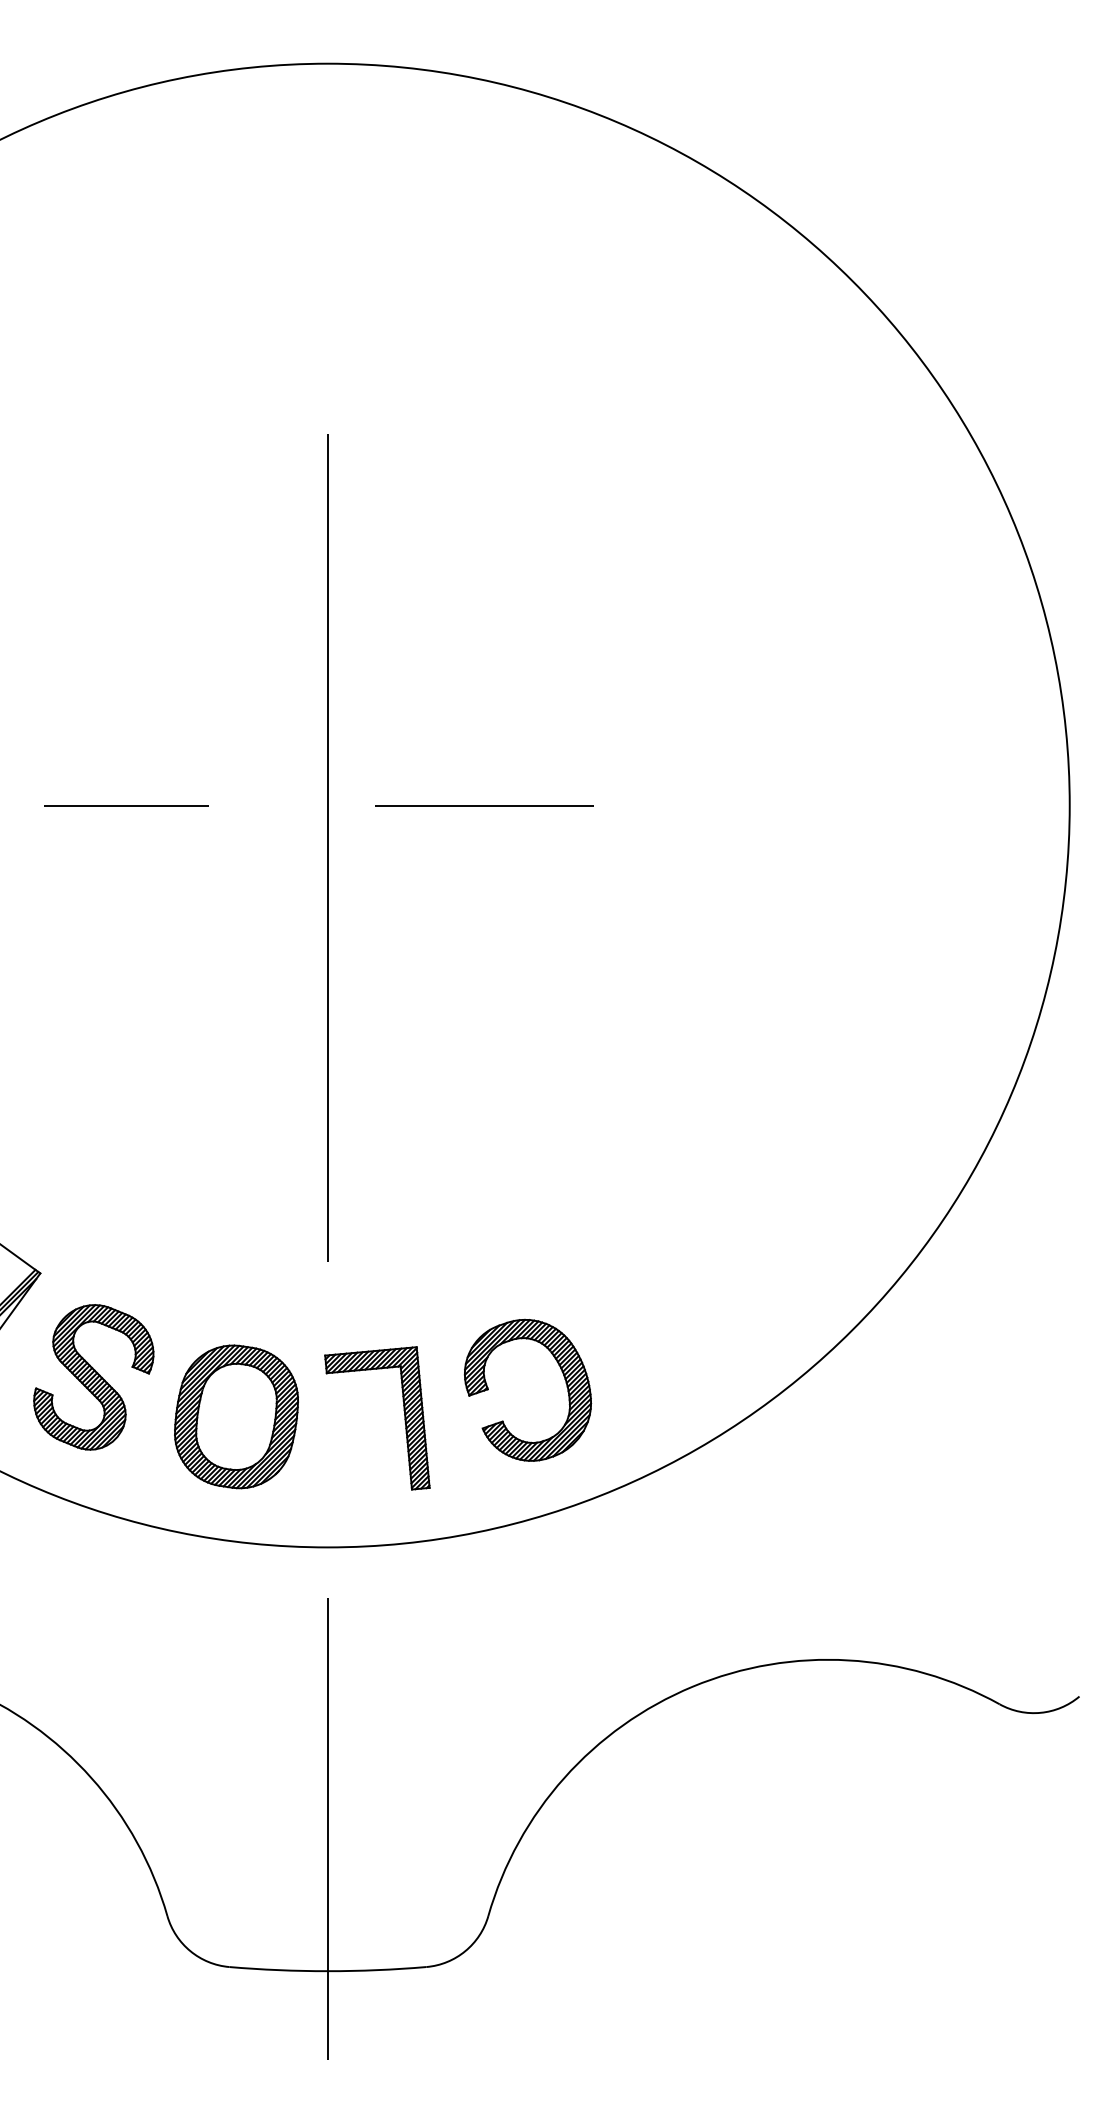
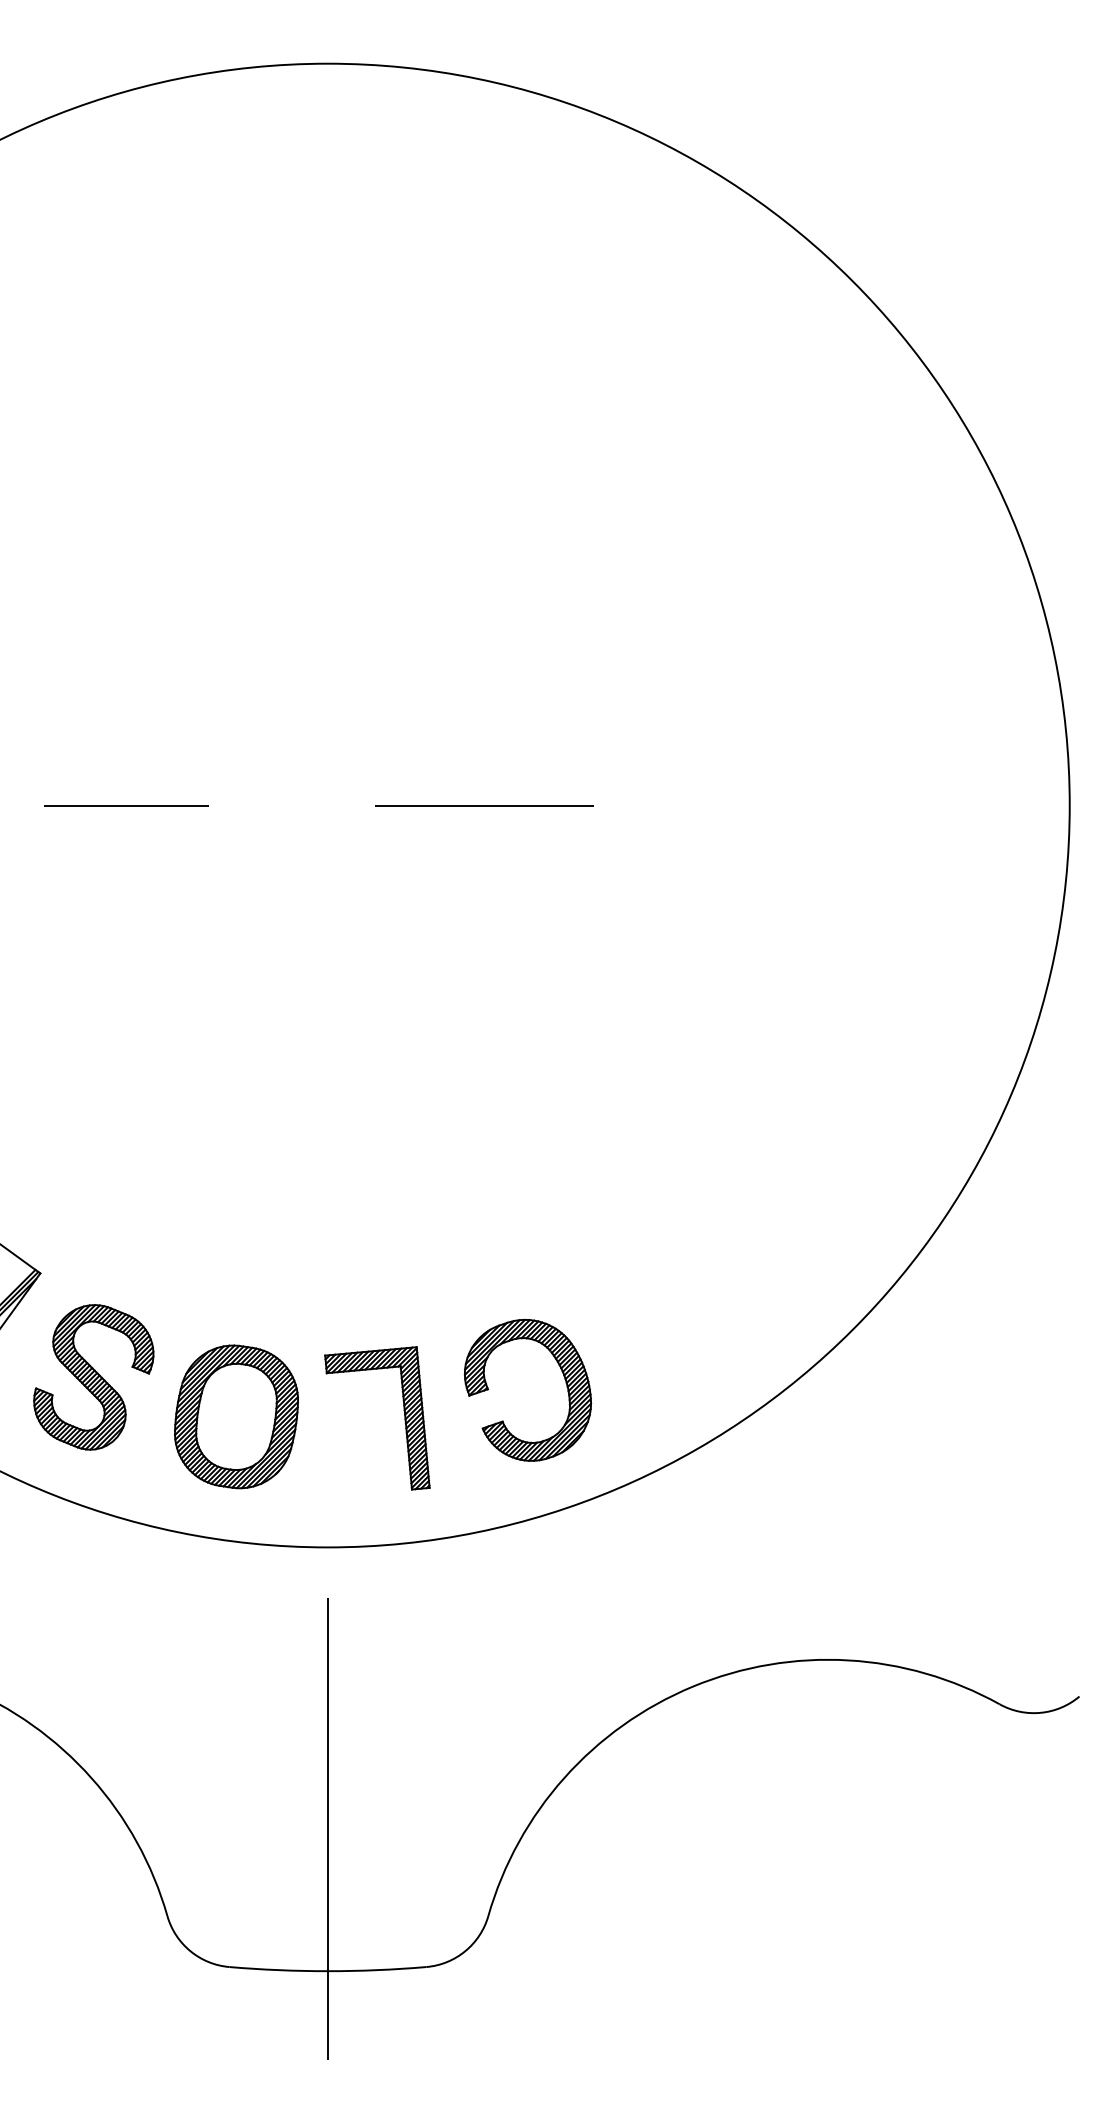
line at (327, 847): present -> none
